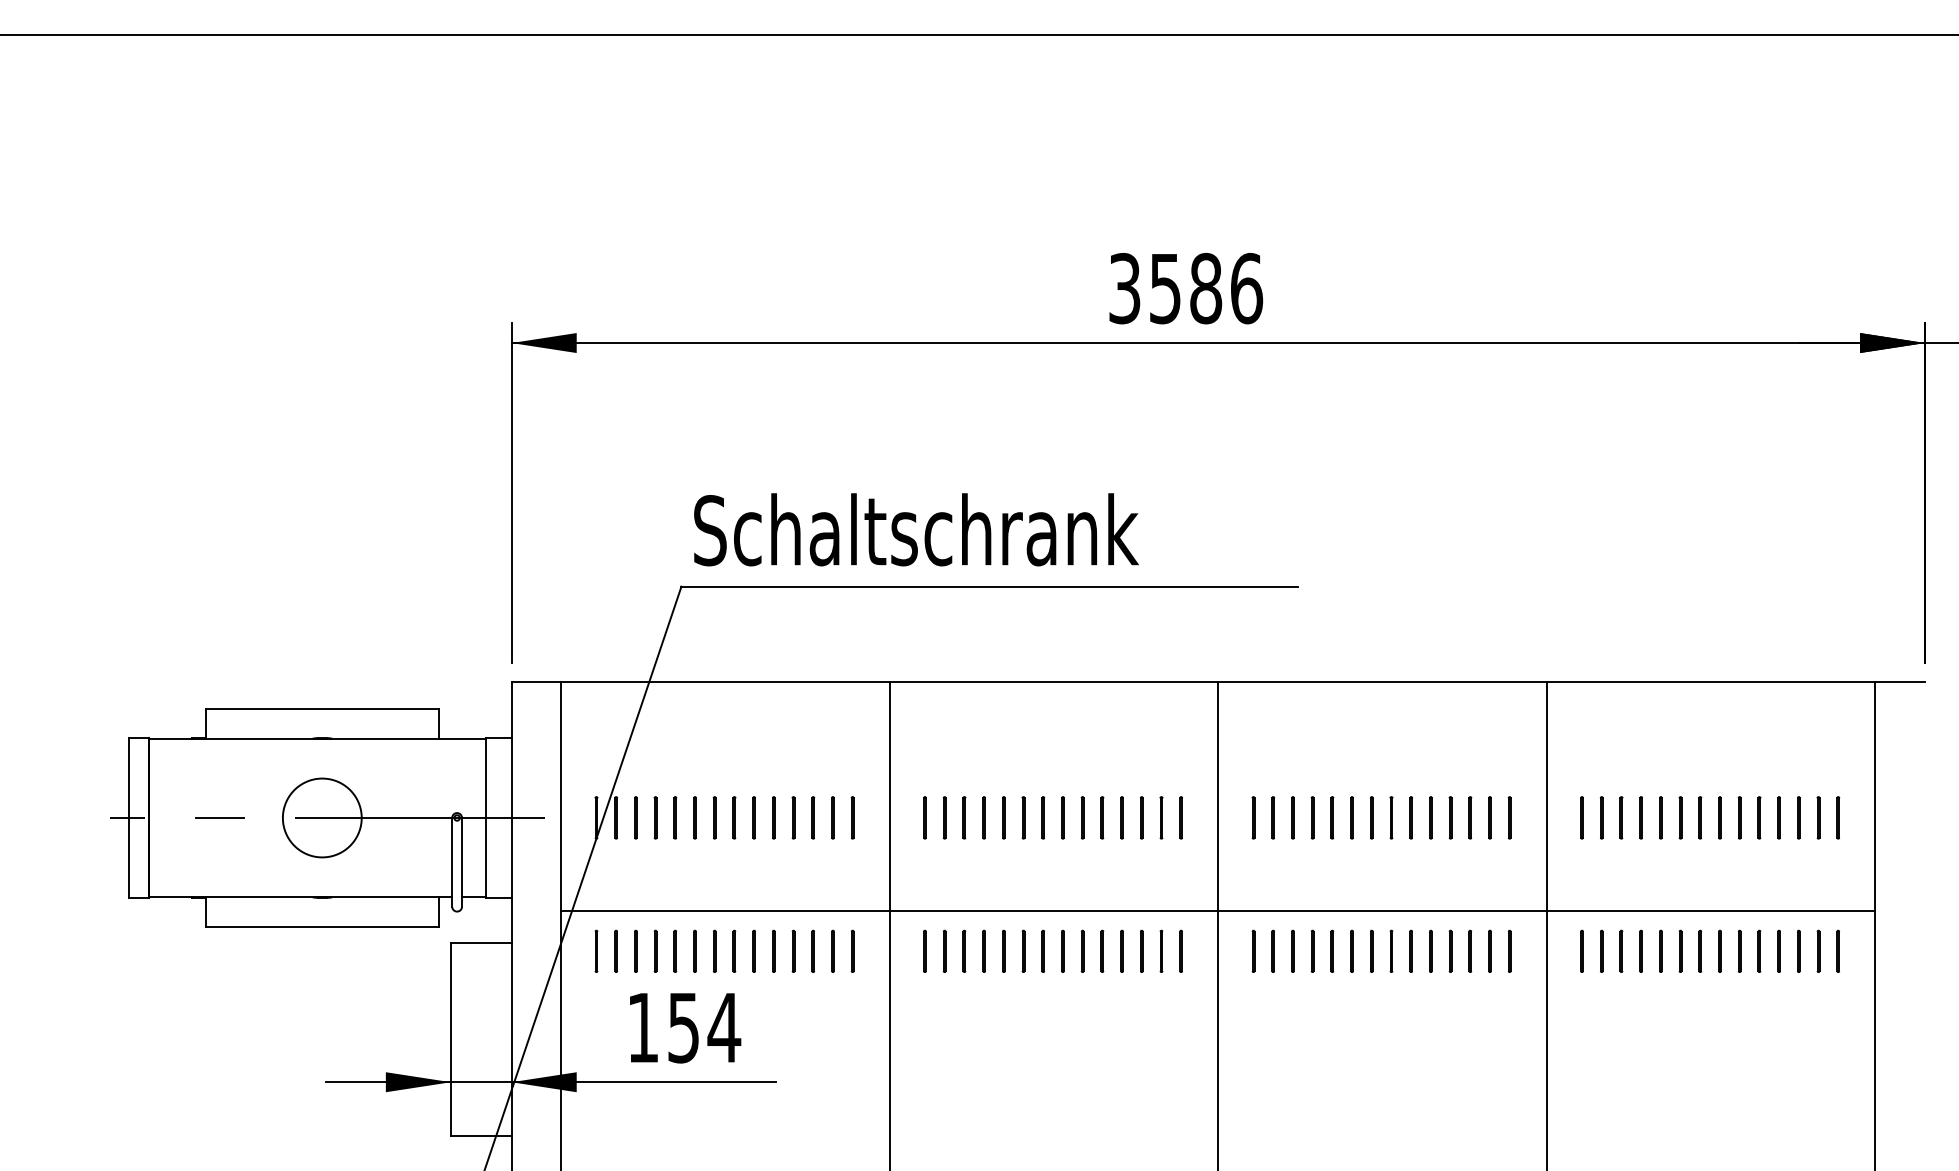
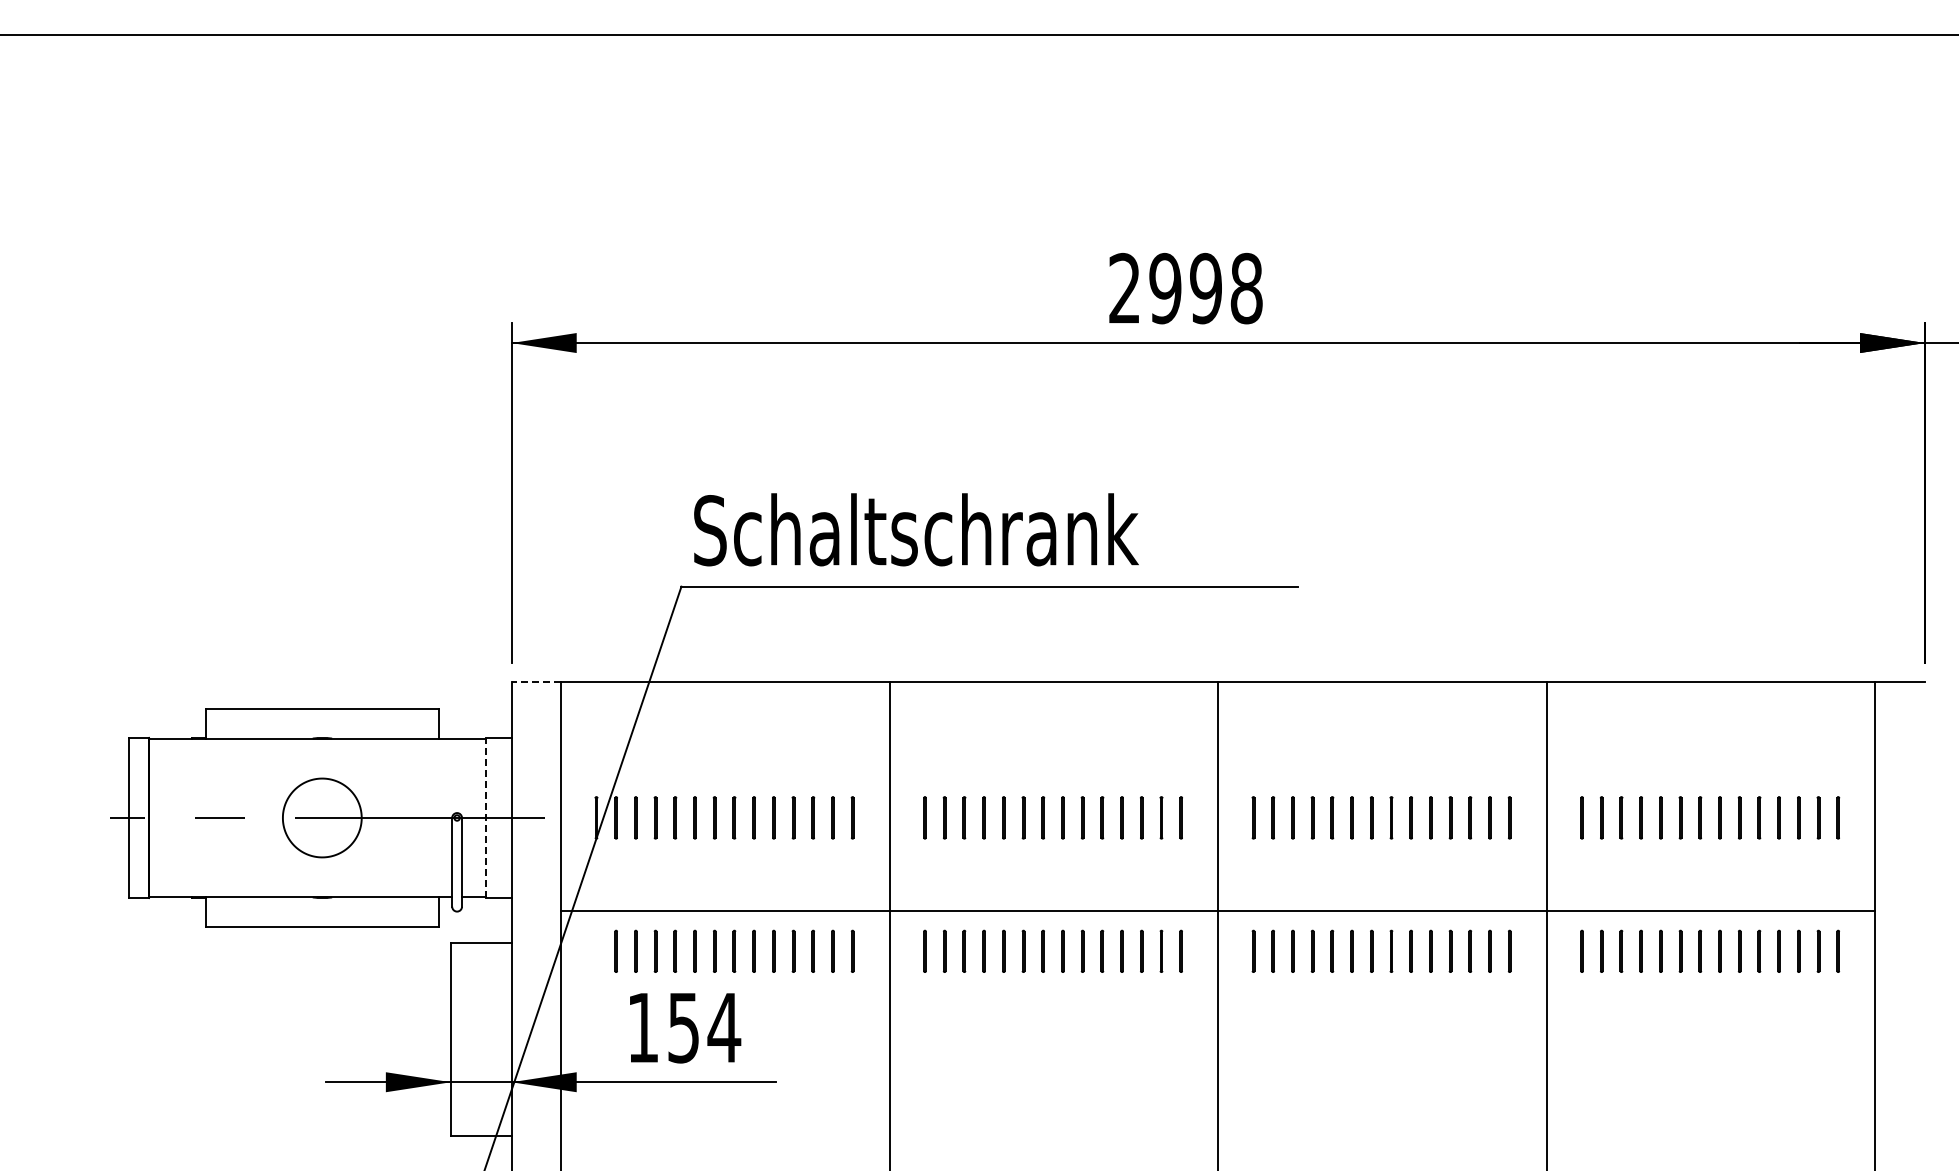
text at (1186, 288): 3586 -> 2998
line at (536, 682): solid -> dashed
line at (486, 817): solid -> dashed
line at (596, 950): present -> none
